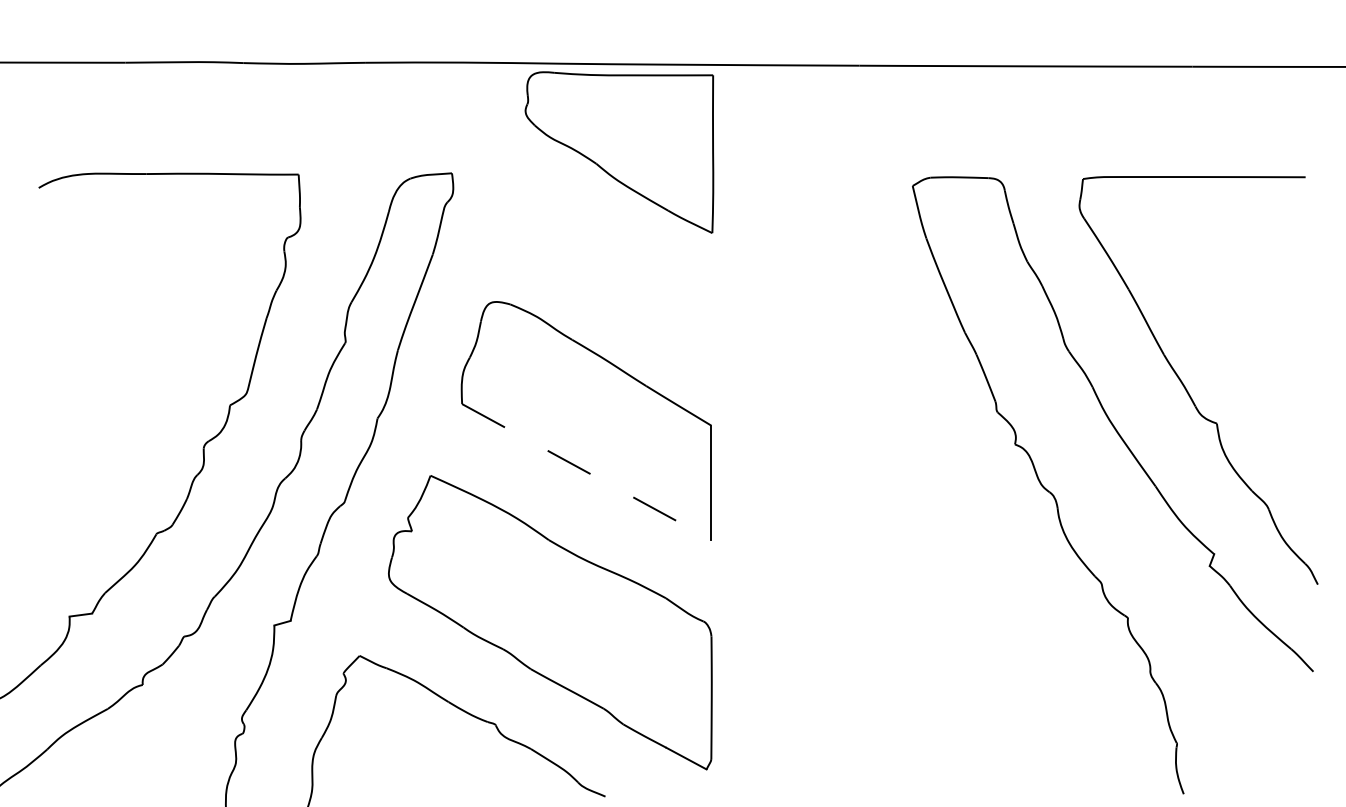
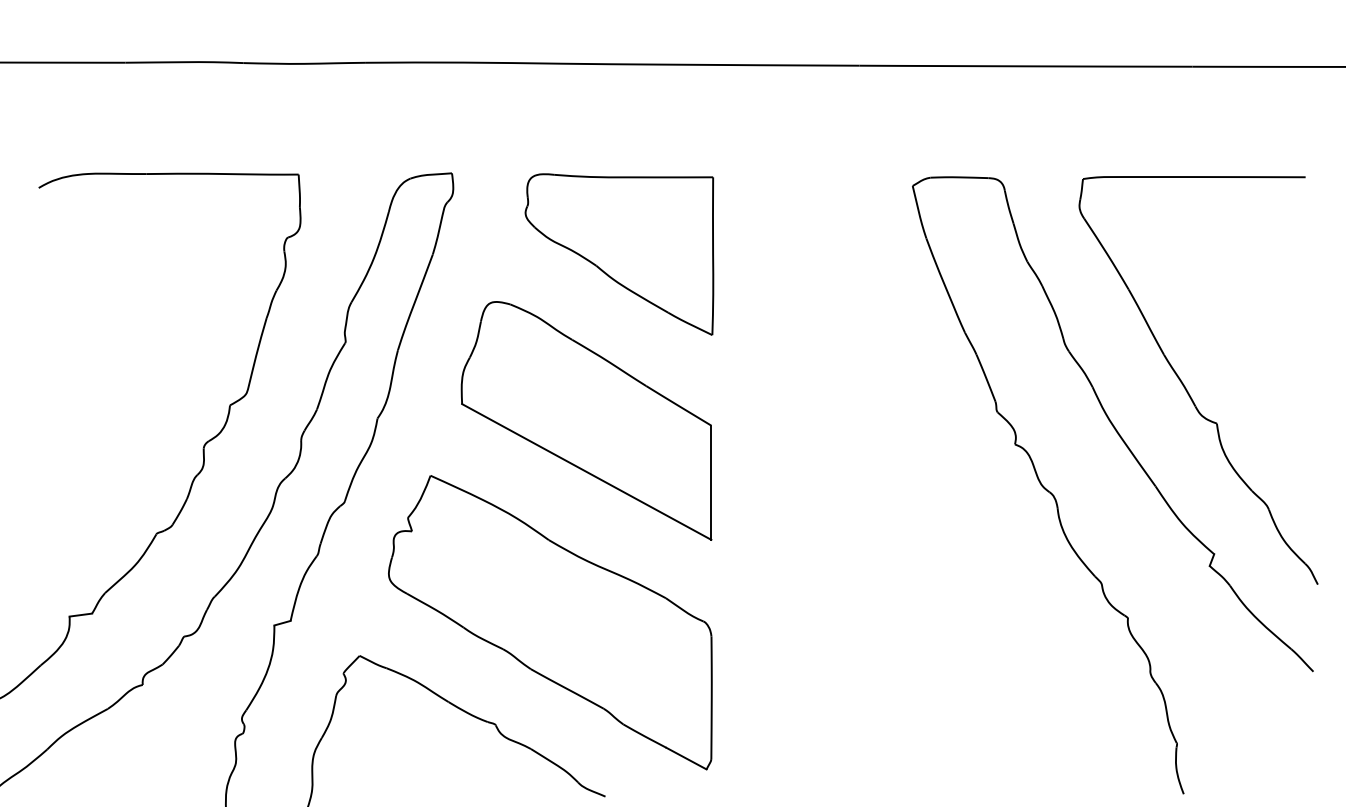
part at (619, 152) position: (619, 152) -> (619, 254)
line at (586, 471): dashed -> solid
